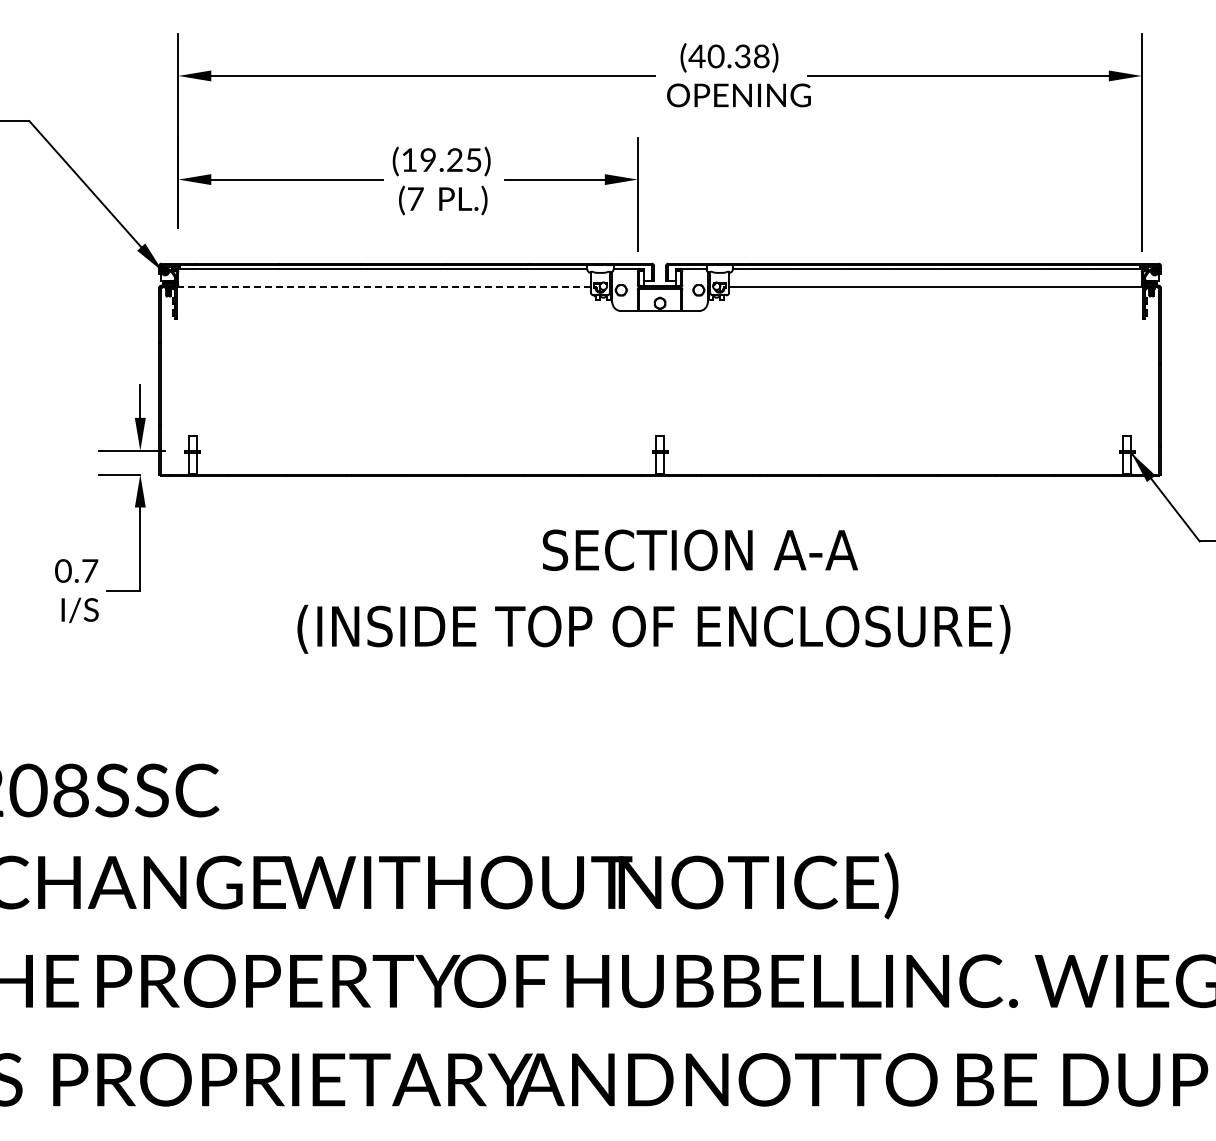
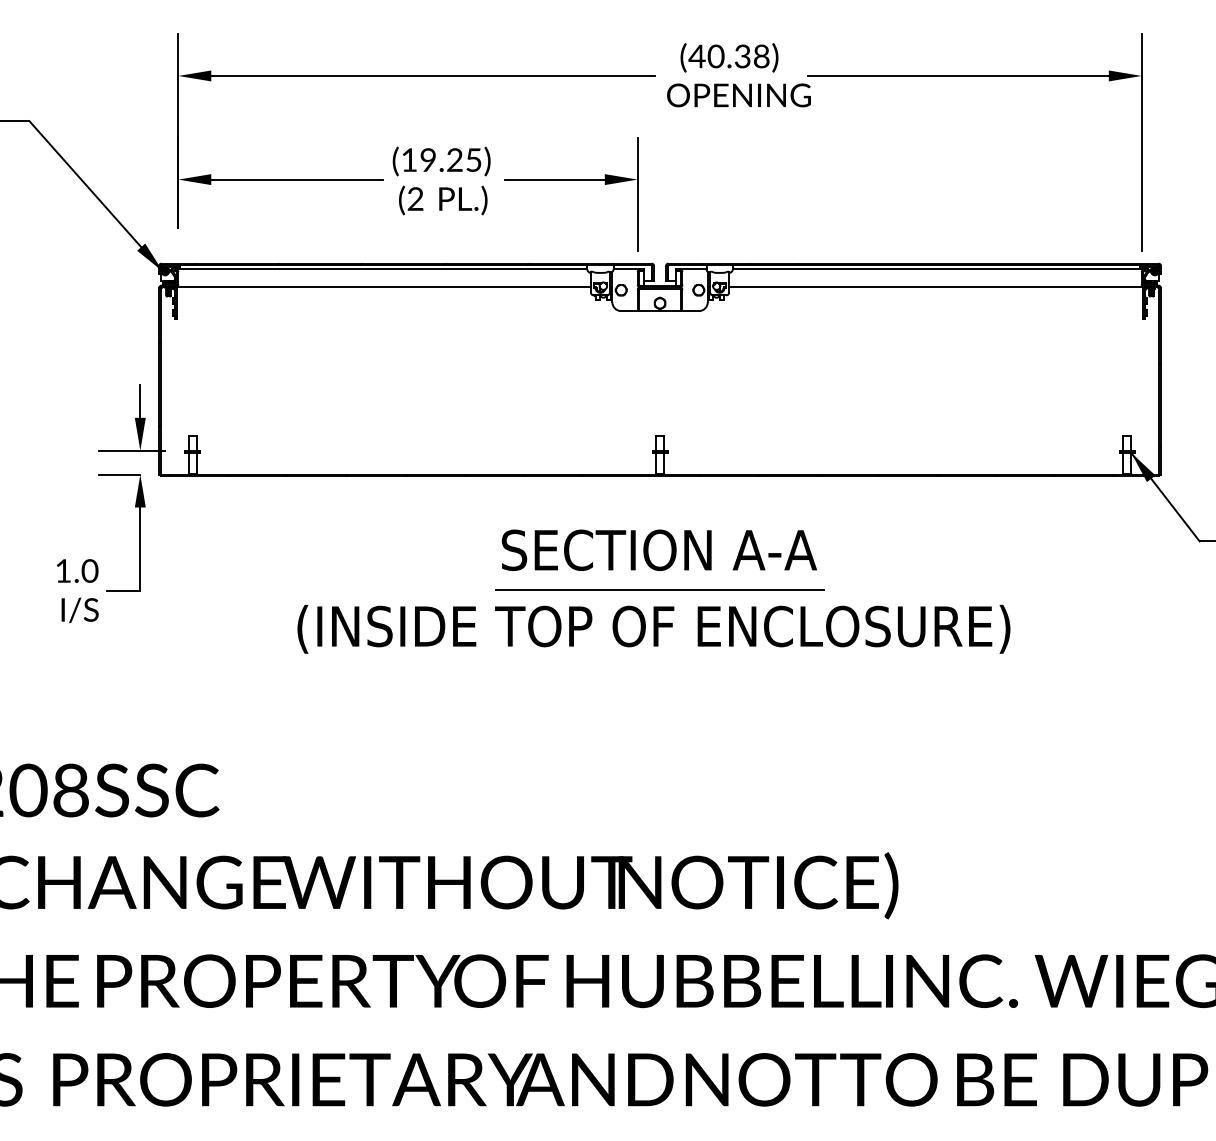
text at (415, 198): (7 -> (2
line at (383, 287): dashed -> solid
text at (699, 549) position: (699, 549) -> (658, 549)
text at (76, 570): 0.7 -> 1.0
line at (659, 589): none -> present
